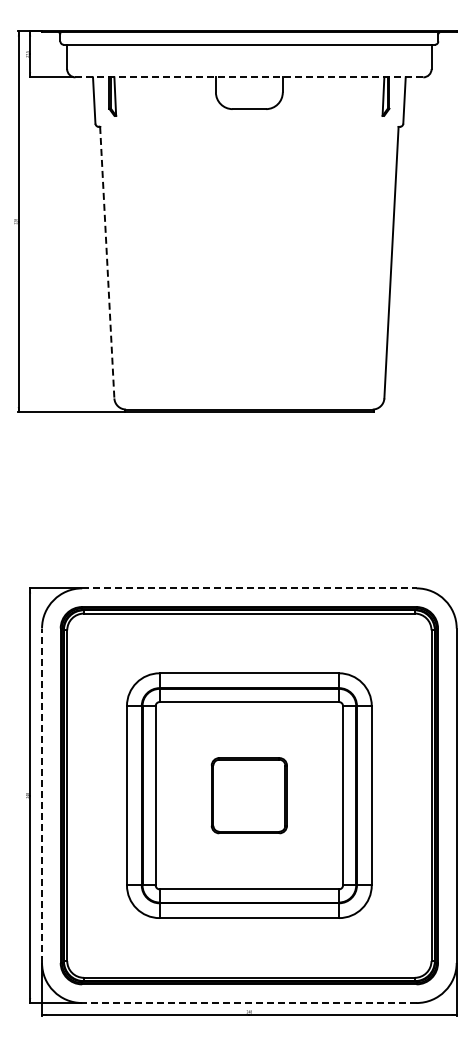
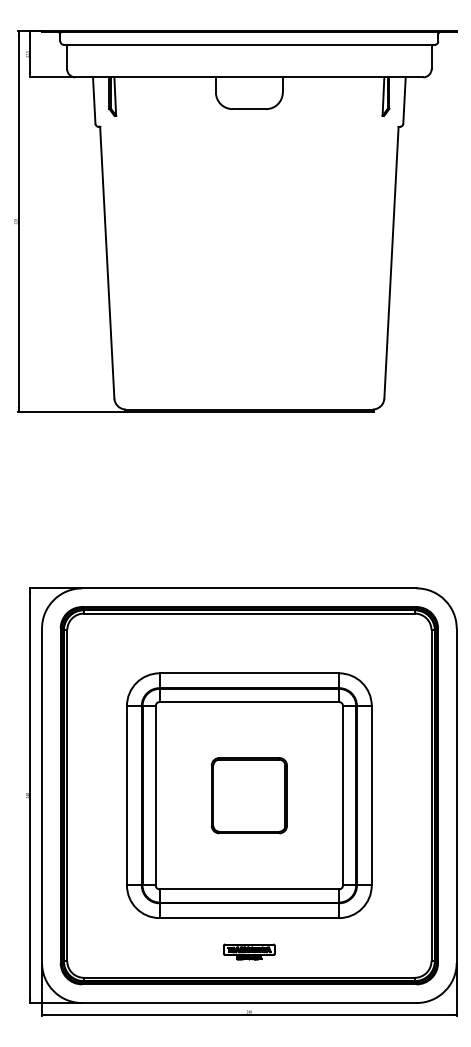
line at (249, 77): dashed -> solid
line at (107, 262): dashed -> solid
line at (249, 588): dashed -> solid
line at (42, 795): dashed -> solid
part at (248, 951): none -> present
line at (248, 1003): dashed -> solid
